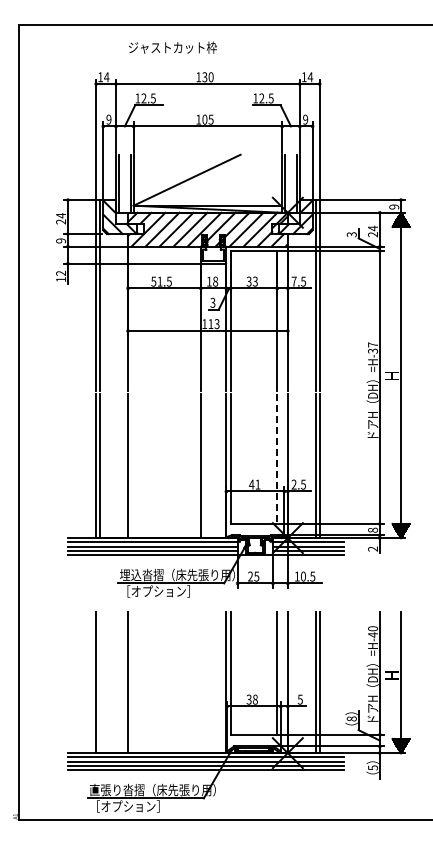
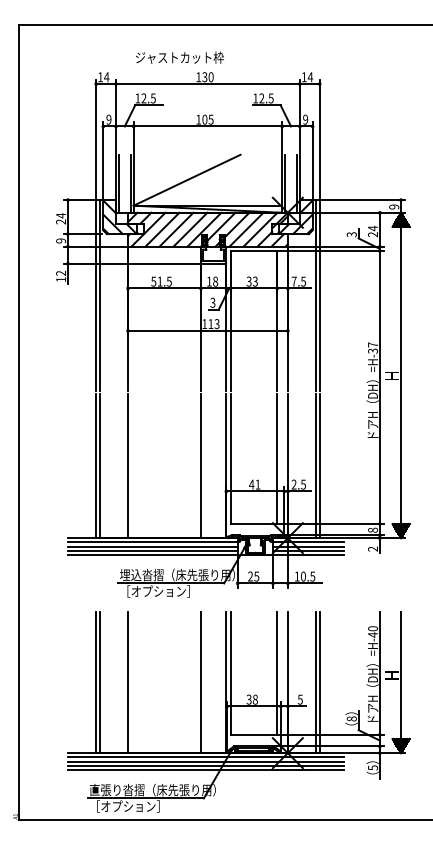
text at (172, 47) position: (172, 47) -> (179, 57)
line at (277, 459): dashed -> solid
line at (99, 682): none -> present
line at (200, 682): none -> present
